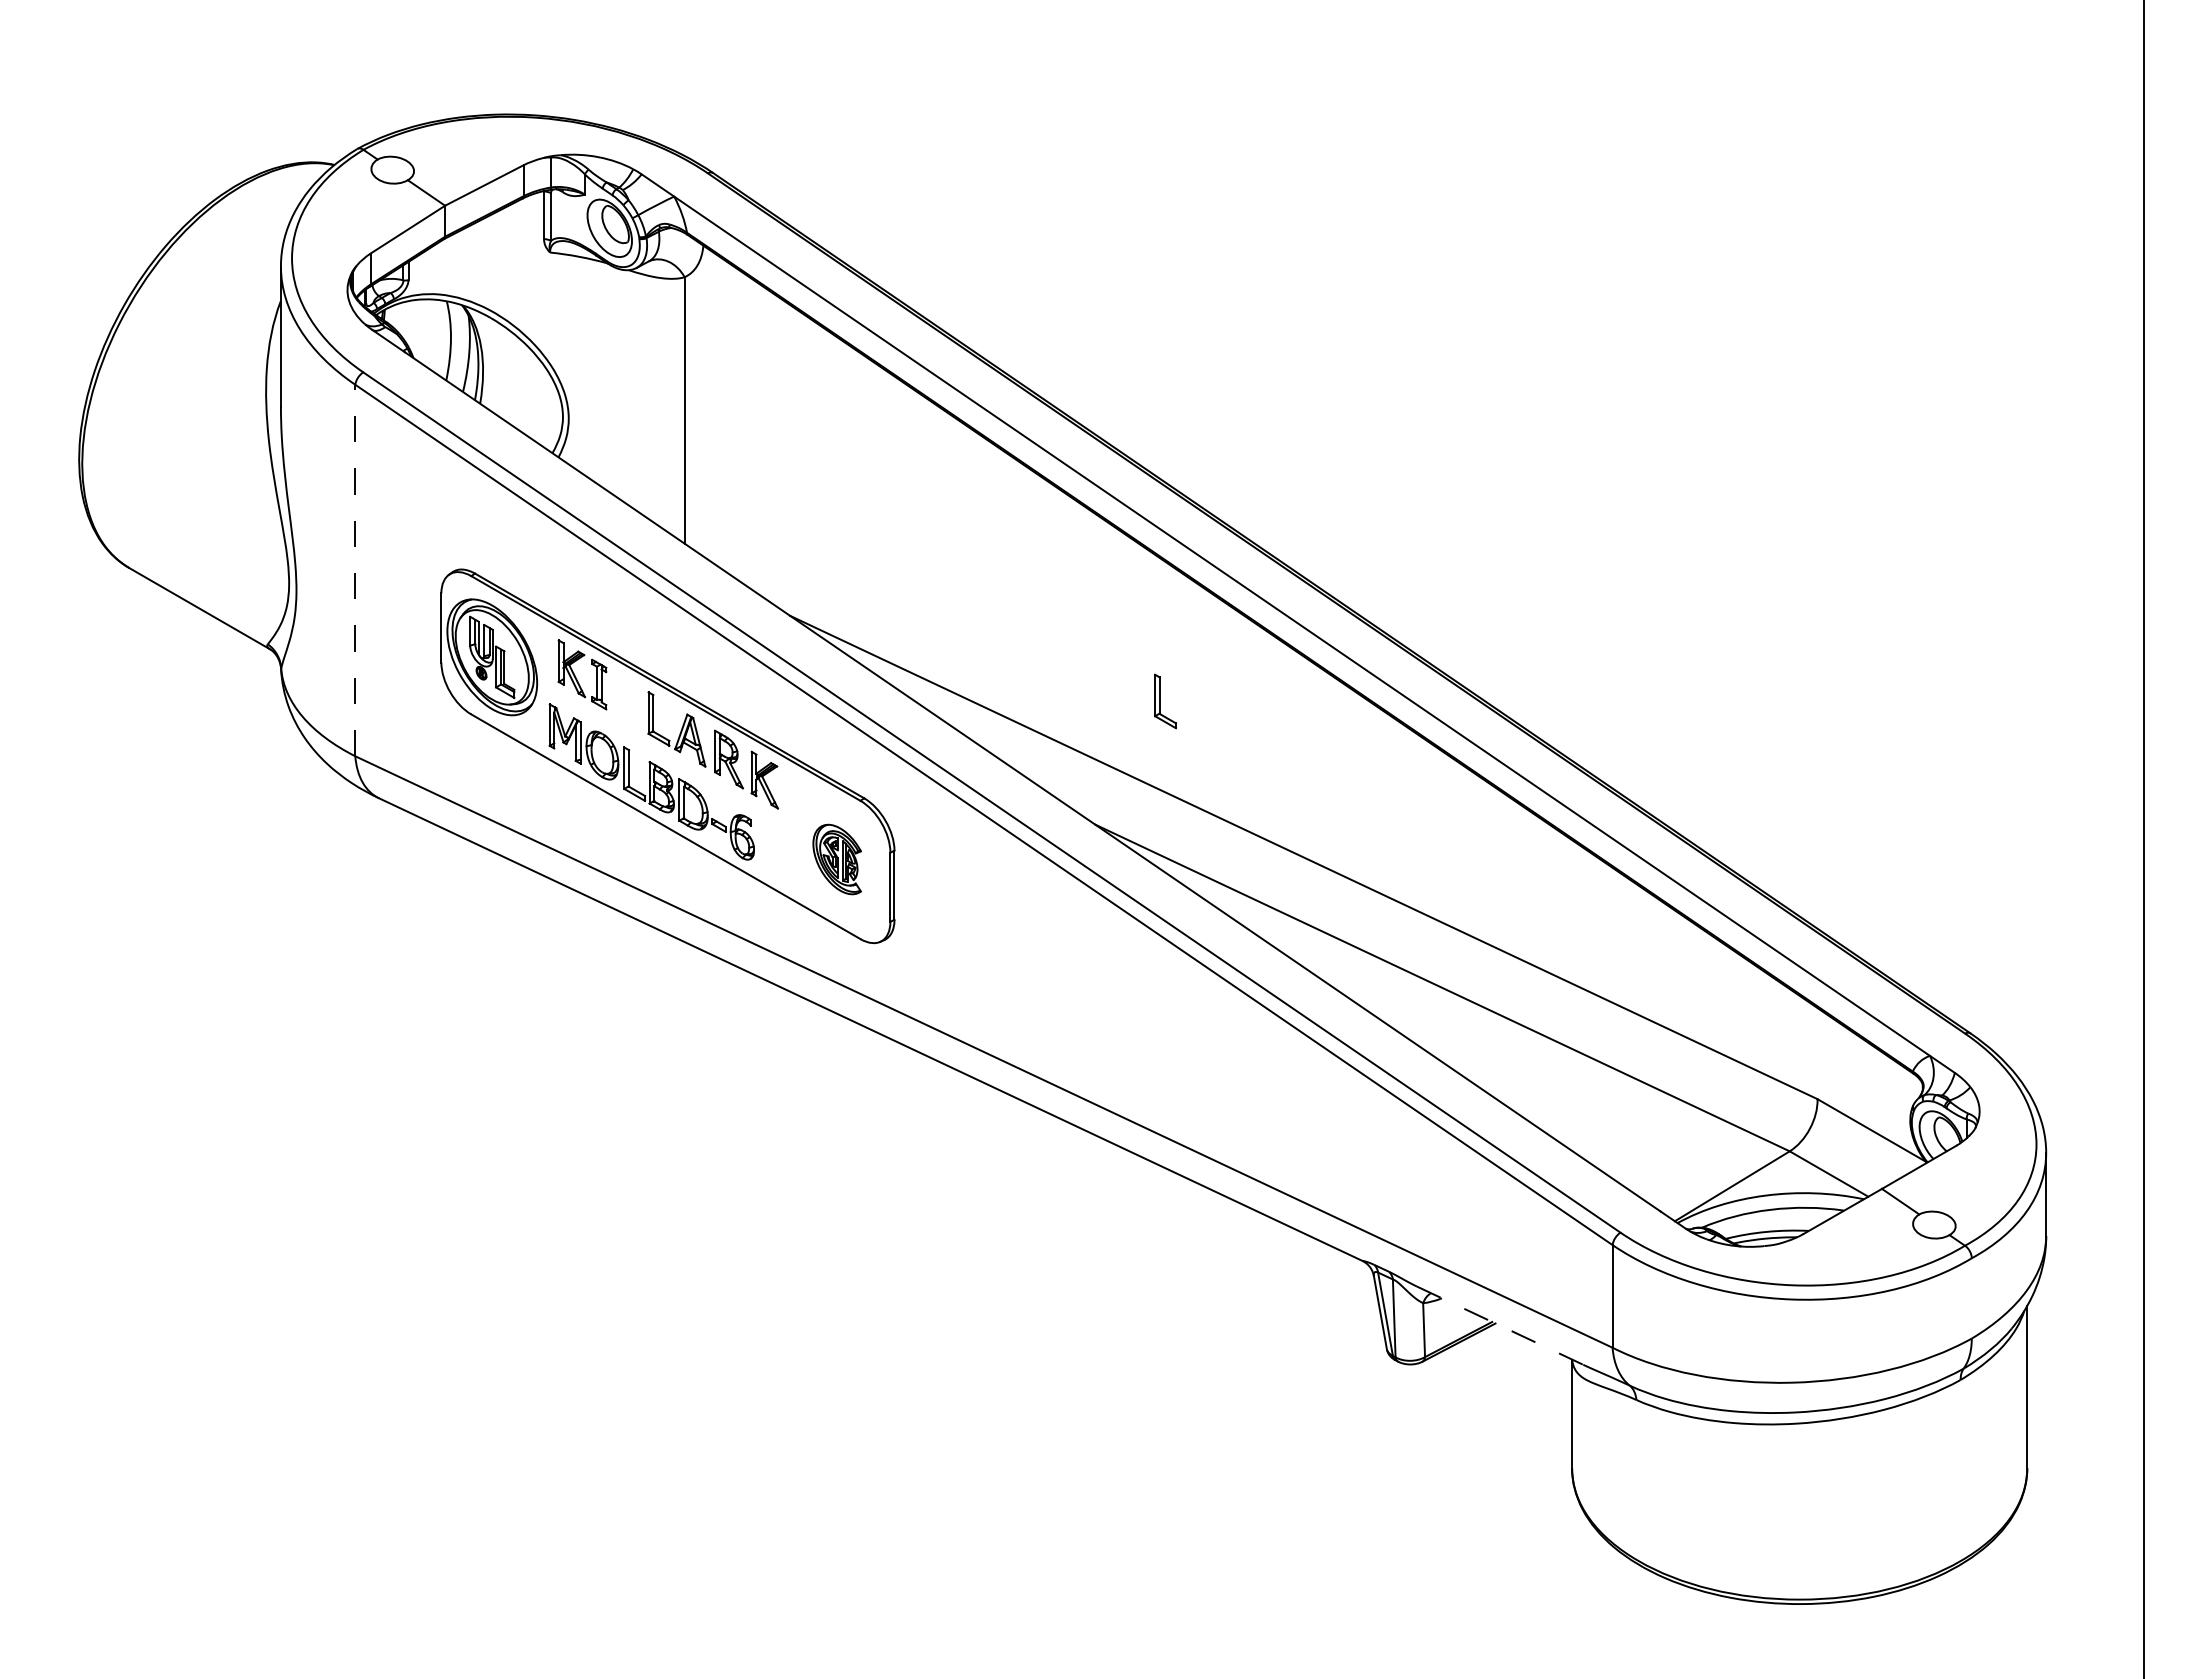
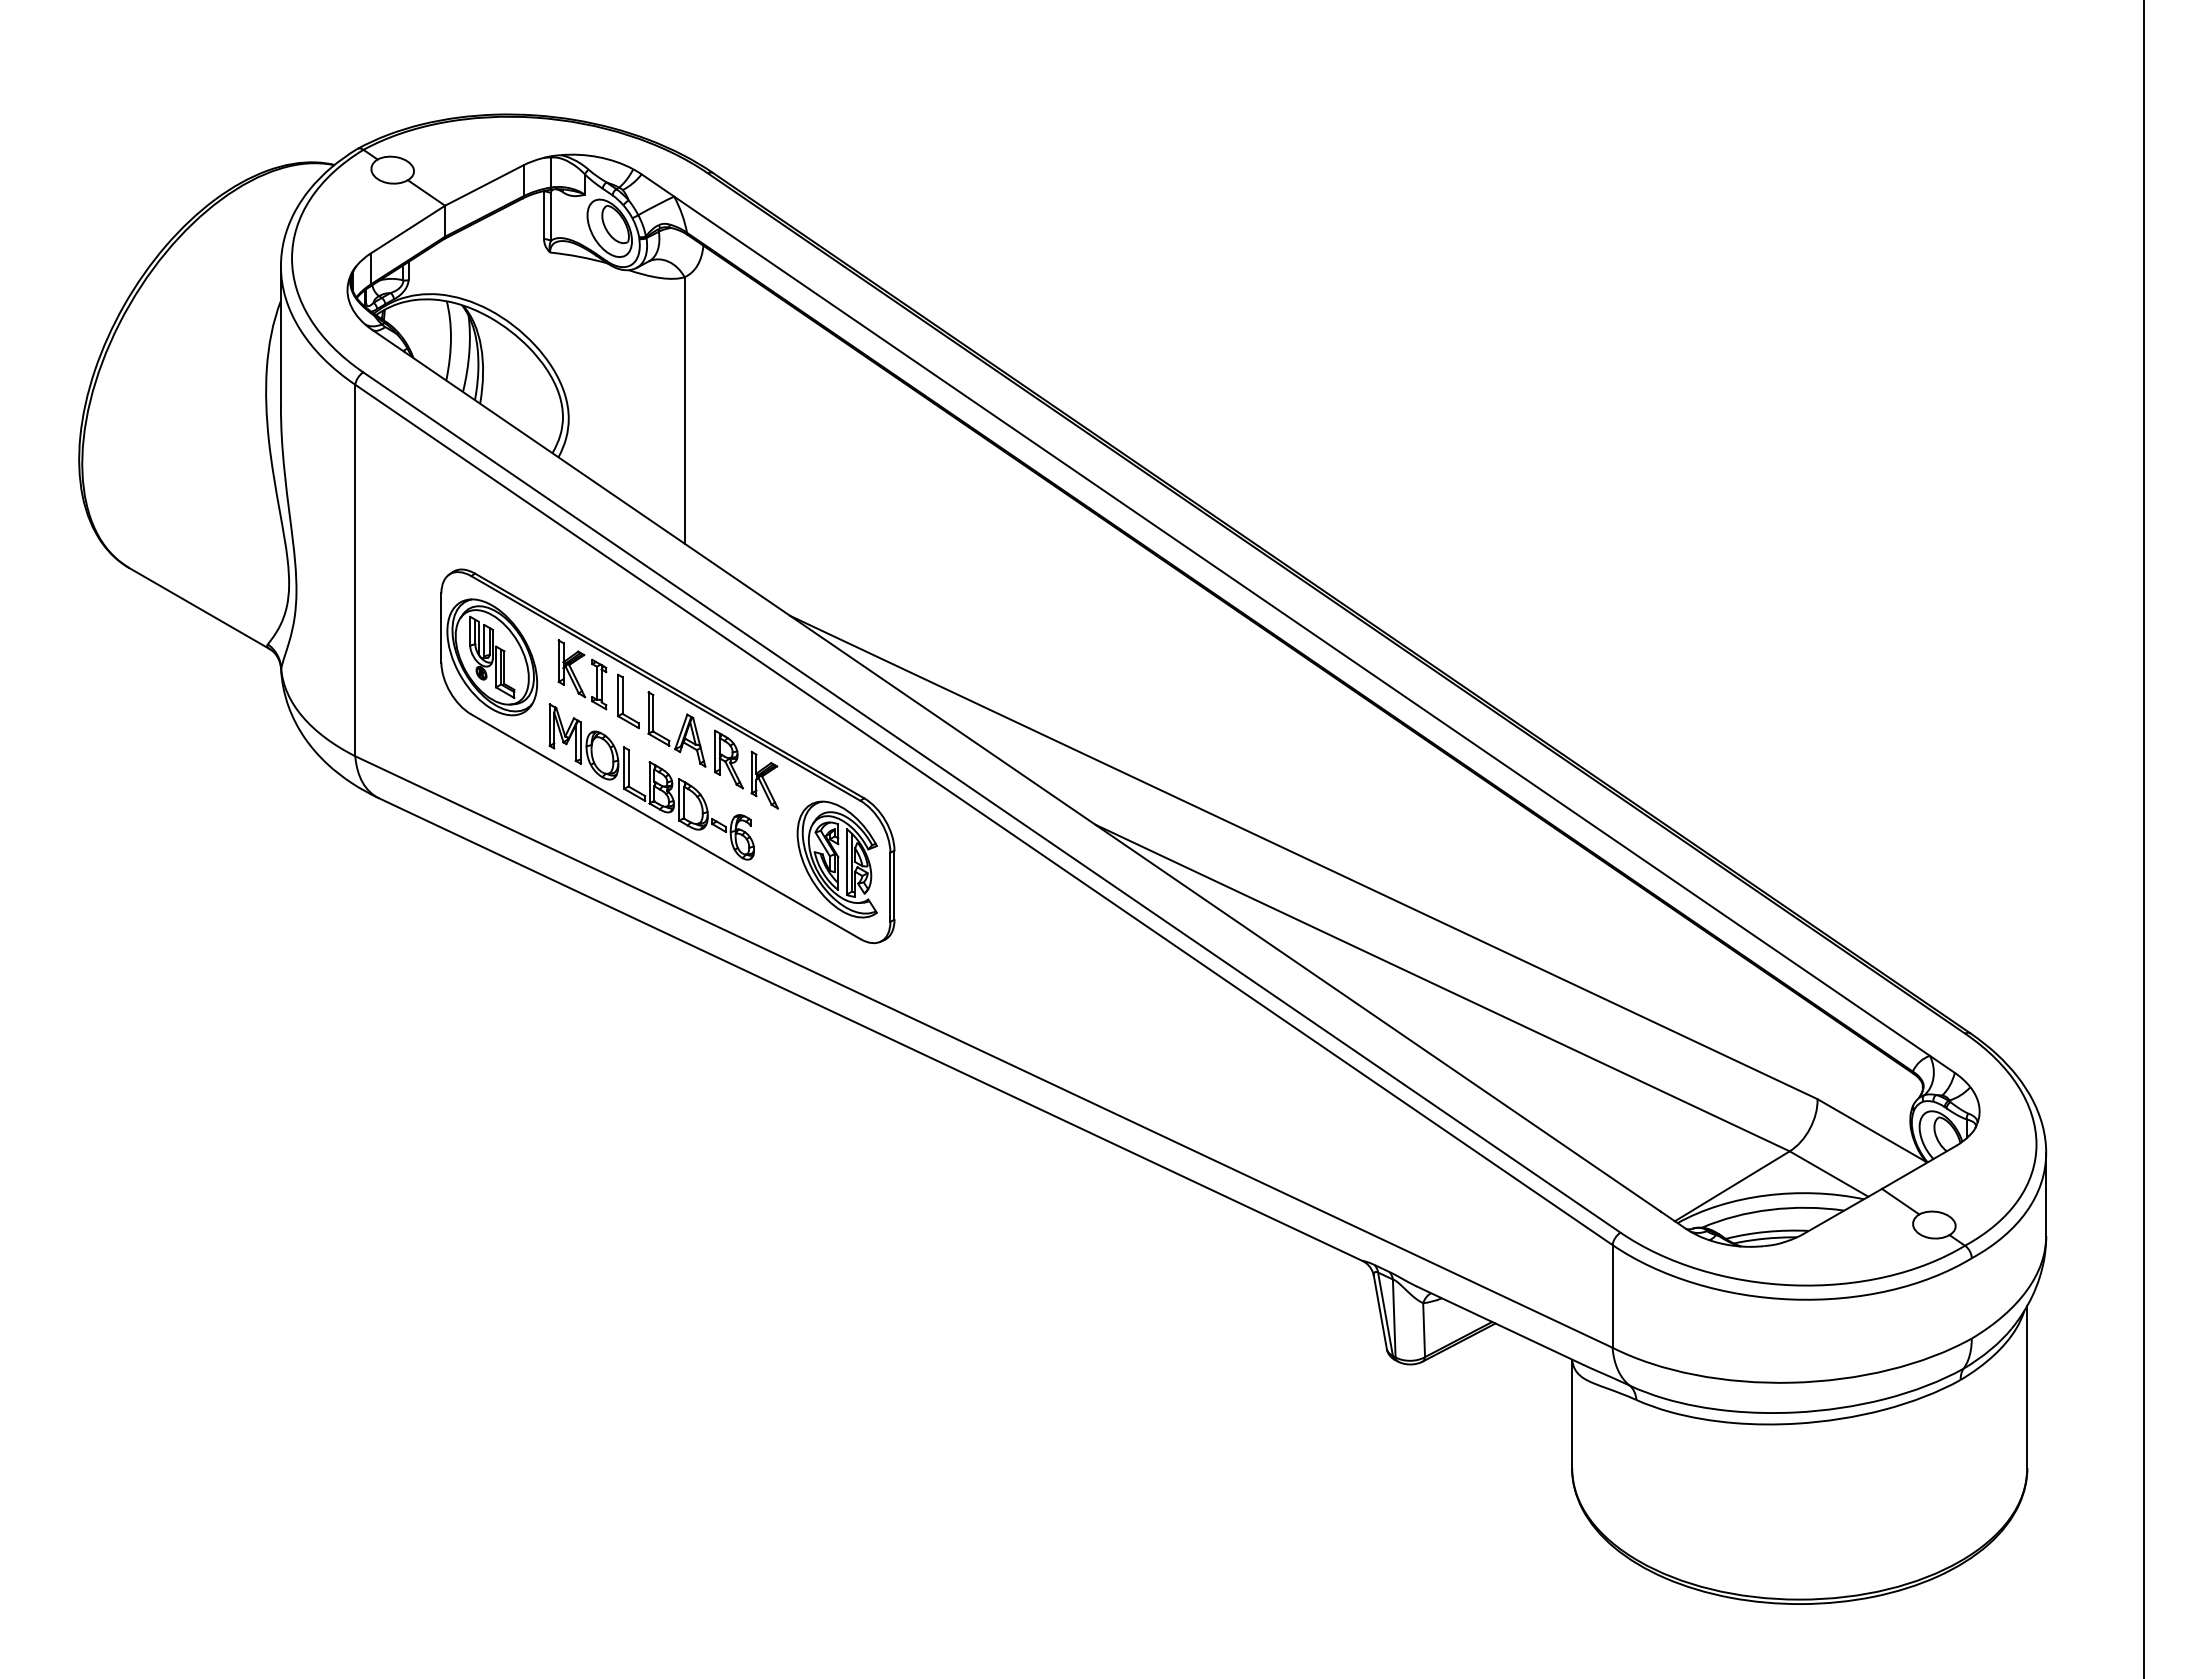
line at (355, 570): dashed -> solid
part at (1165, 701) position: (1165, 701) -> (628, 701)
part at (836, 859) size: 50x73 px -> 82x119 px
line at (1500, 1325): dashed -> solid
